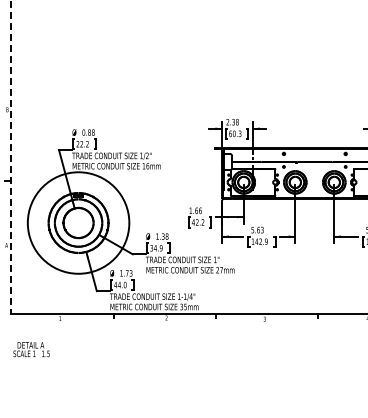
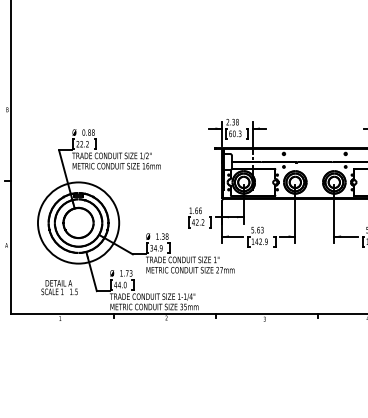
line at (11, 157): dashed -> solid
circle at (78, 222) diameter: 102 px -> 81 px
text at (31, 349) position: (31, 349) -> (59, 287)
